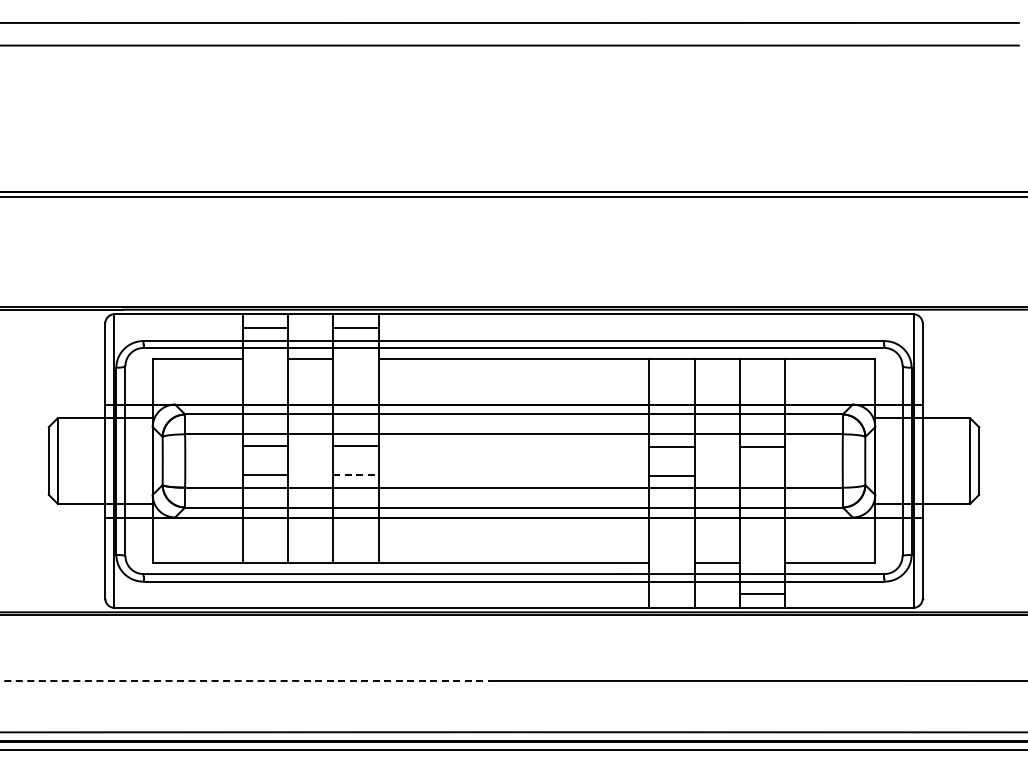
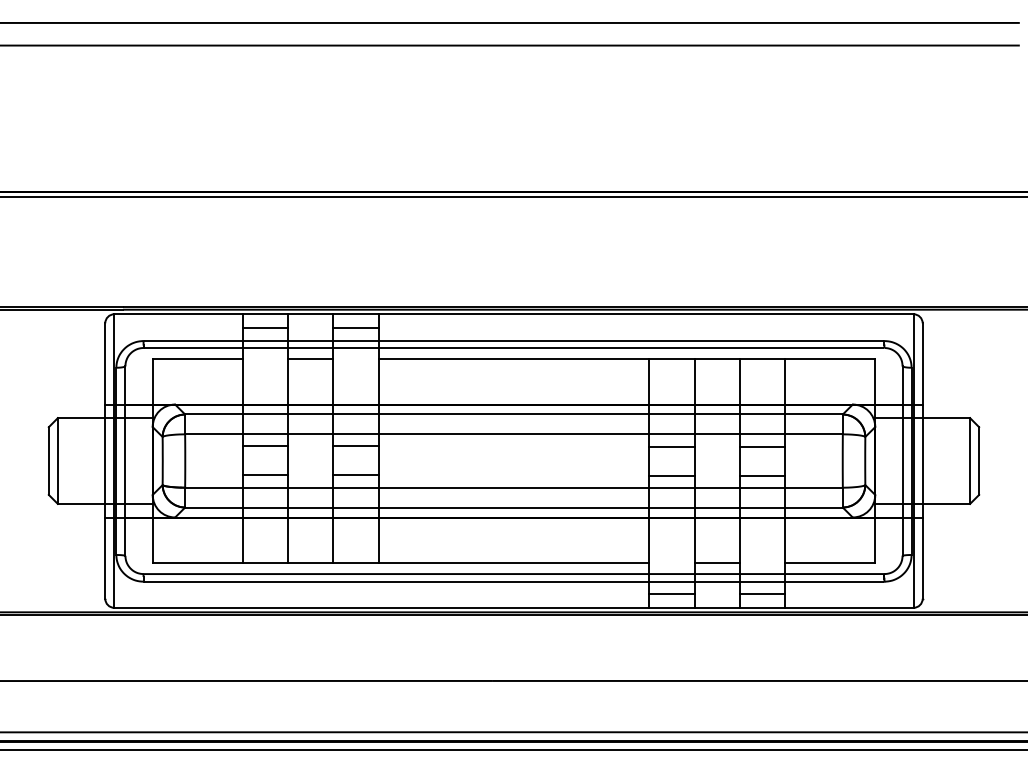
line at (355, 475): dashed -> solid
line at (761, 475): none -> present
line at (671, 594): none -> present
line at (247, 680): dashed -> solid
